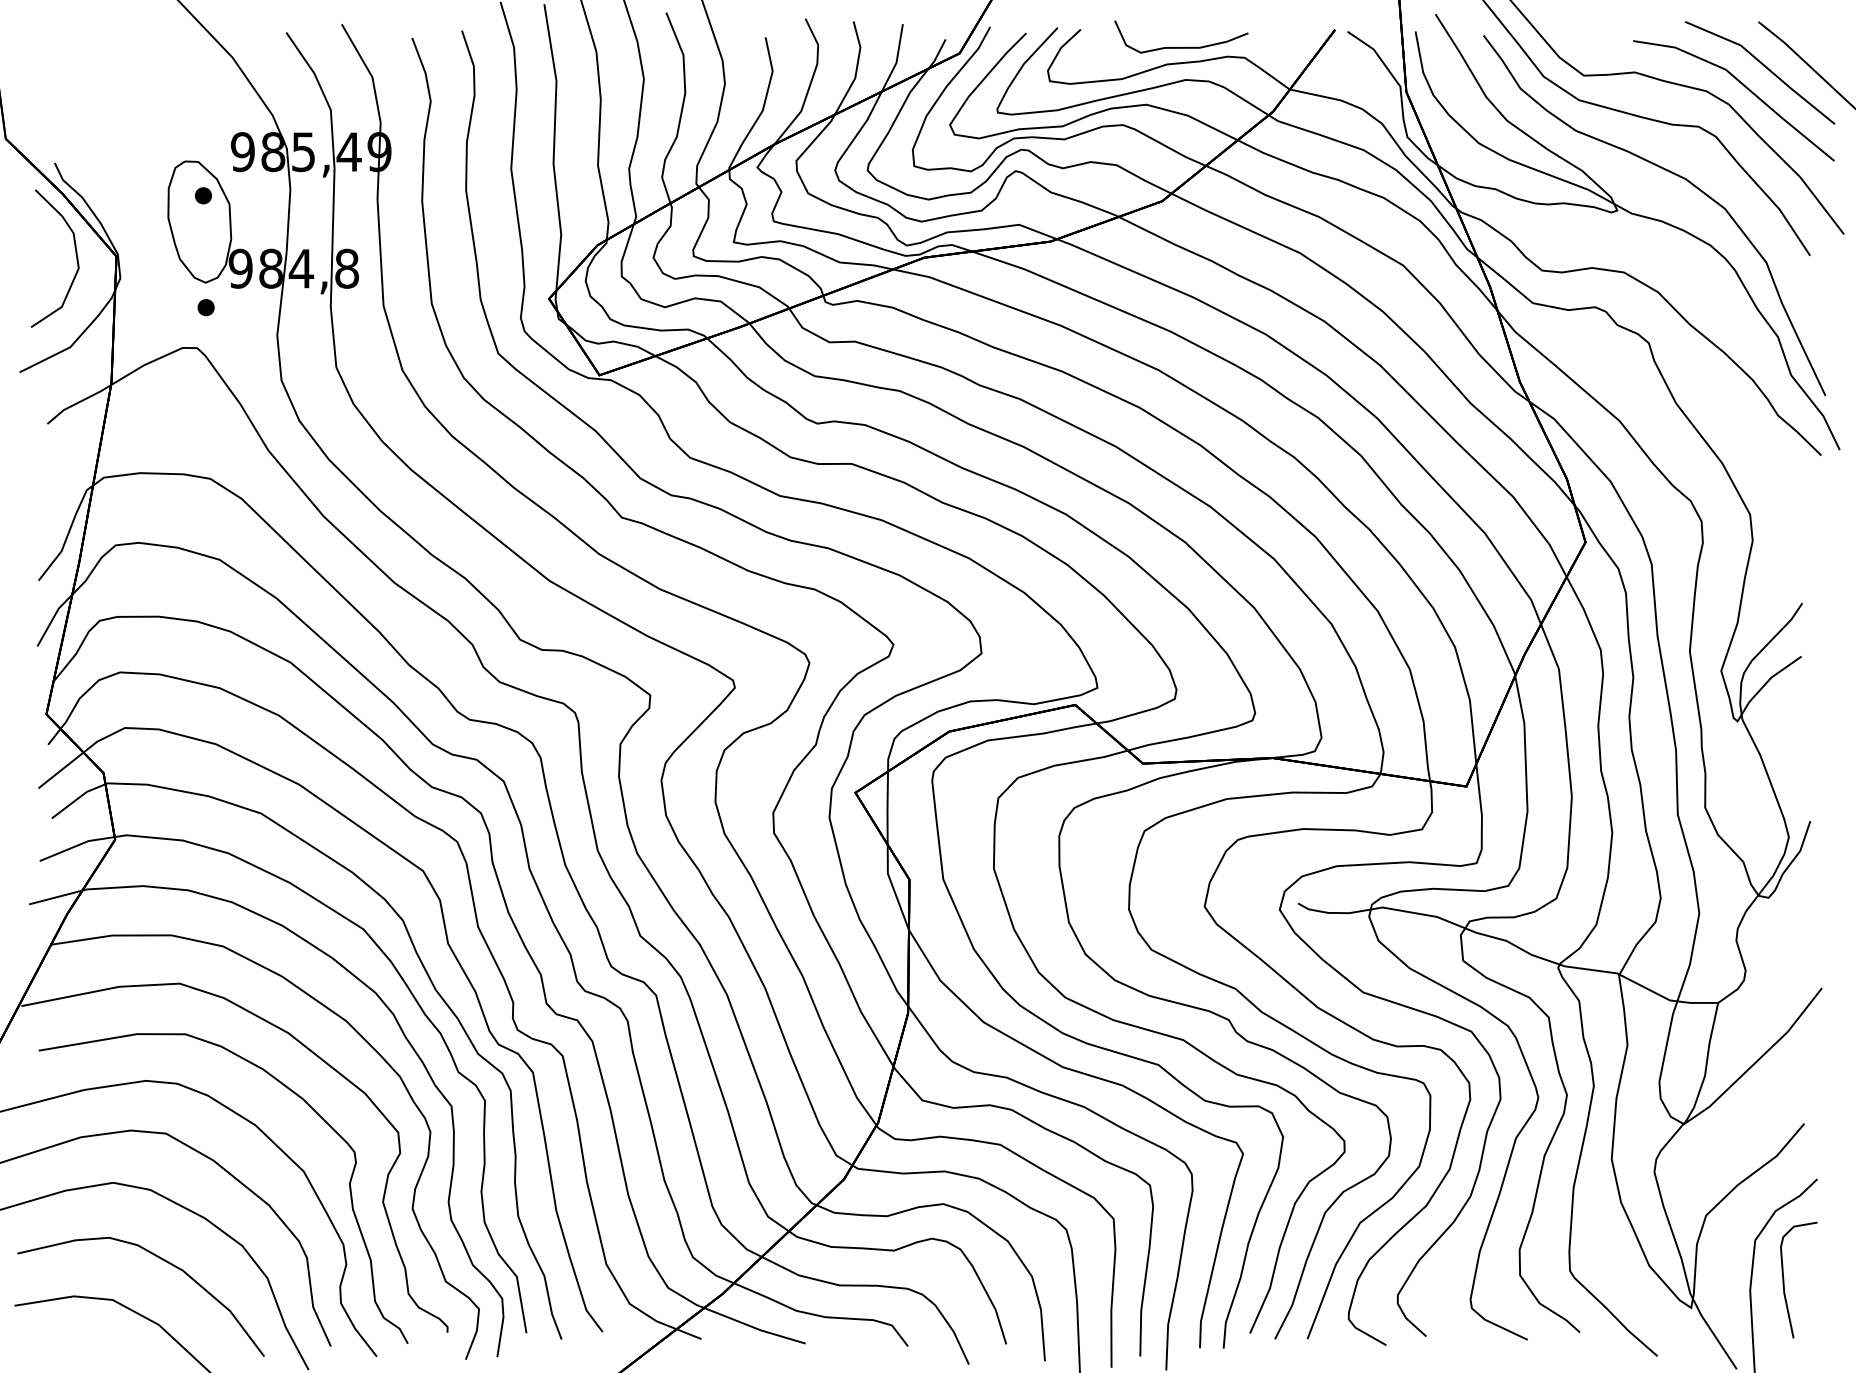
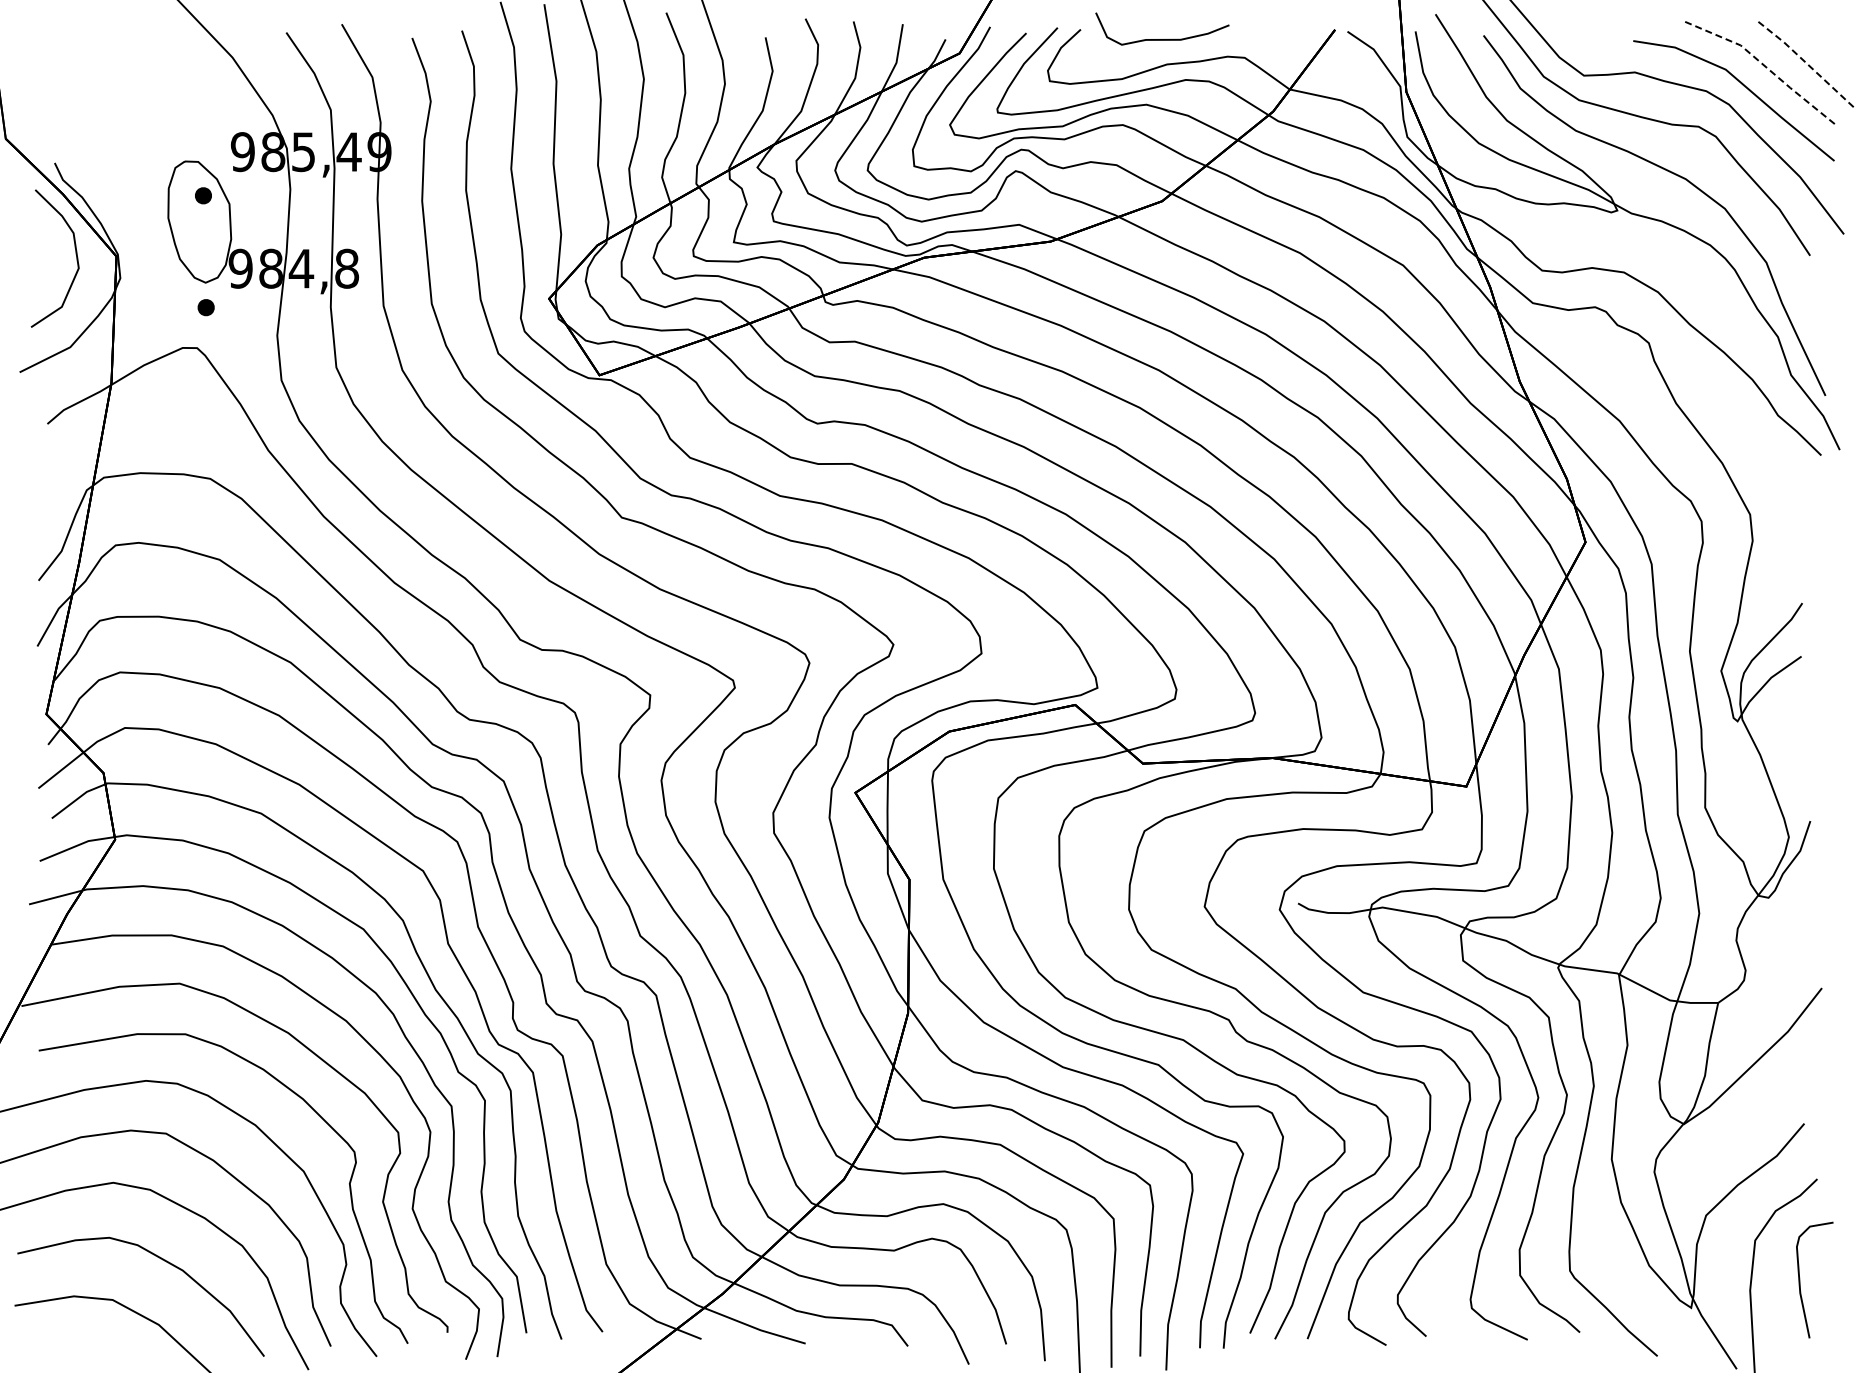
curve at (1181, 47) position: (1181, 47) -> (1162, 39)
line at (1807, 64): solid -> dashed
line at (1764, 66): solid -> dashed
curve at (1784, 1279) position: (1784, 1279) -> (1800, 1279)
